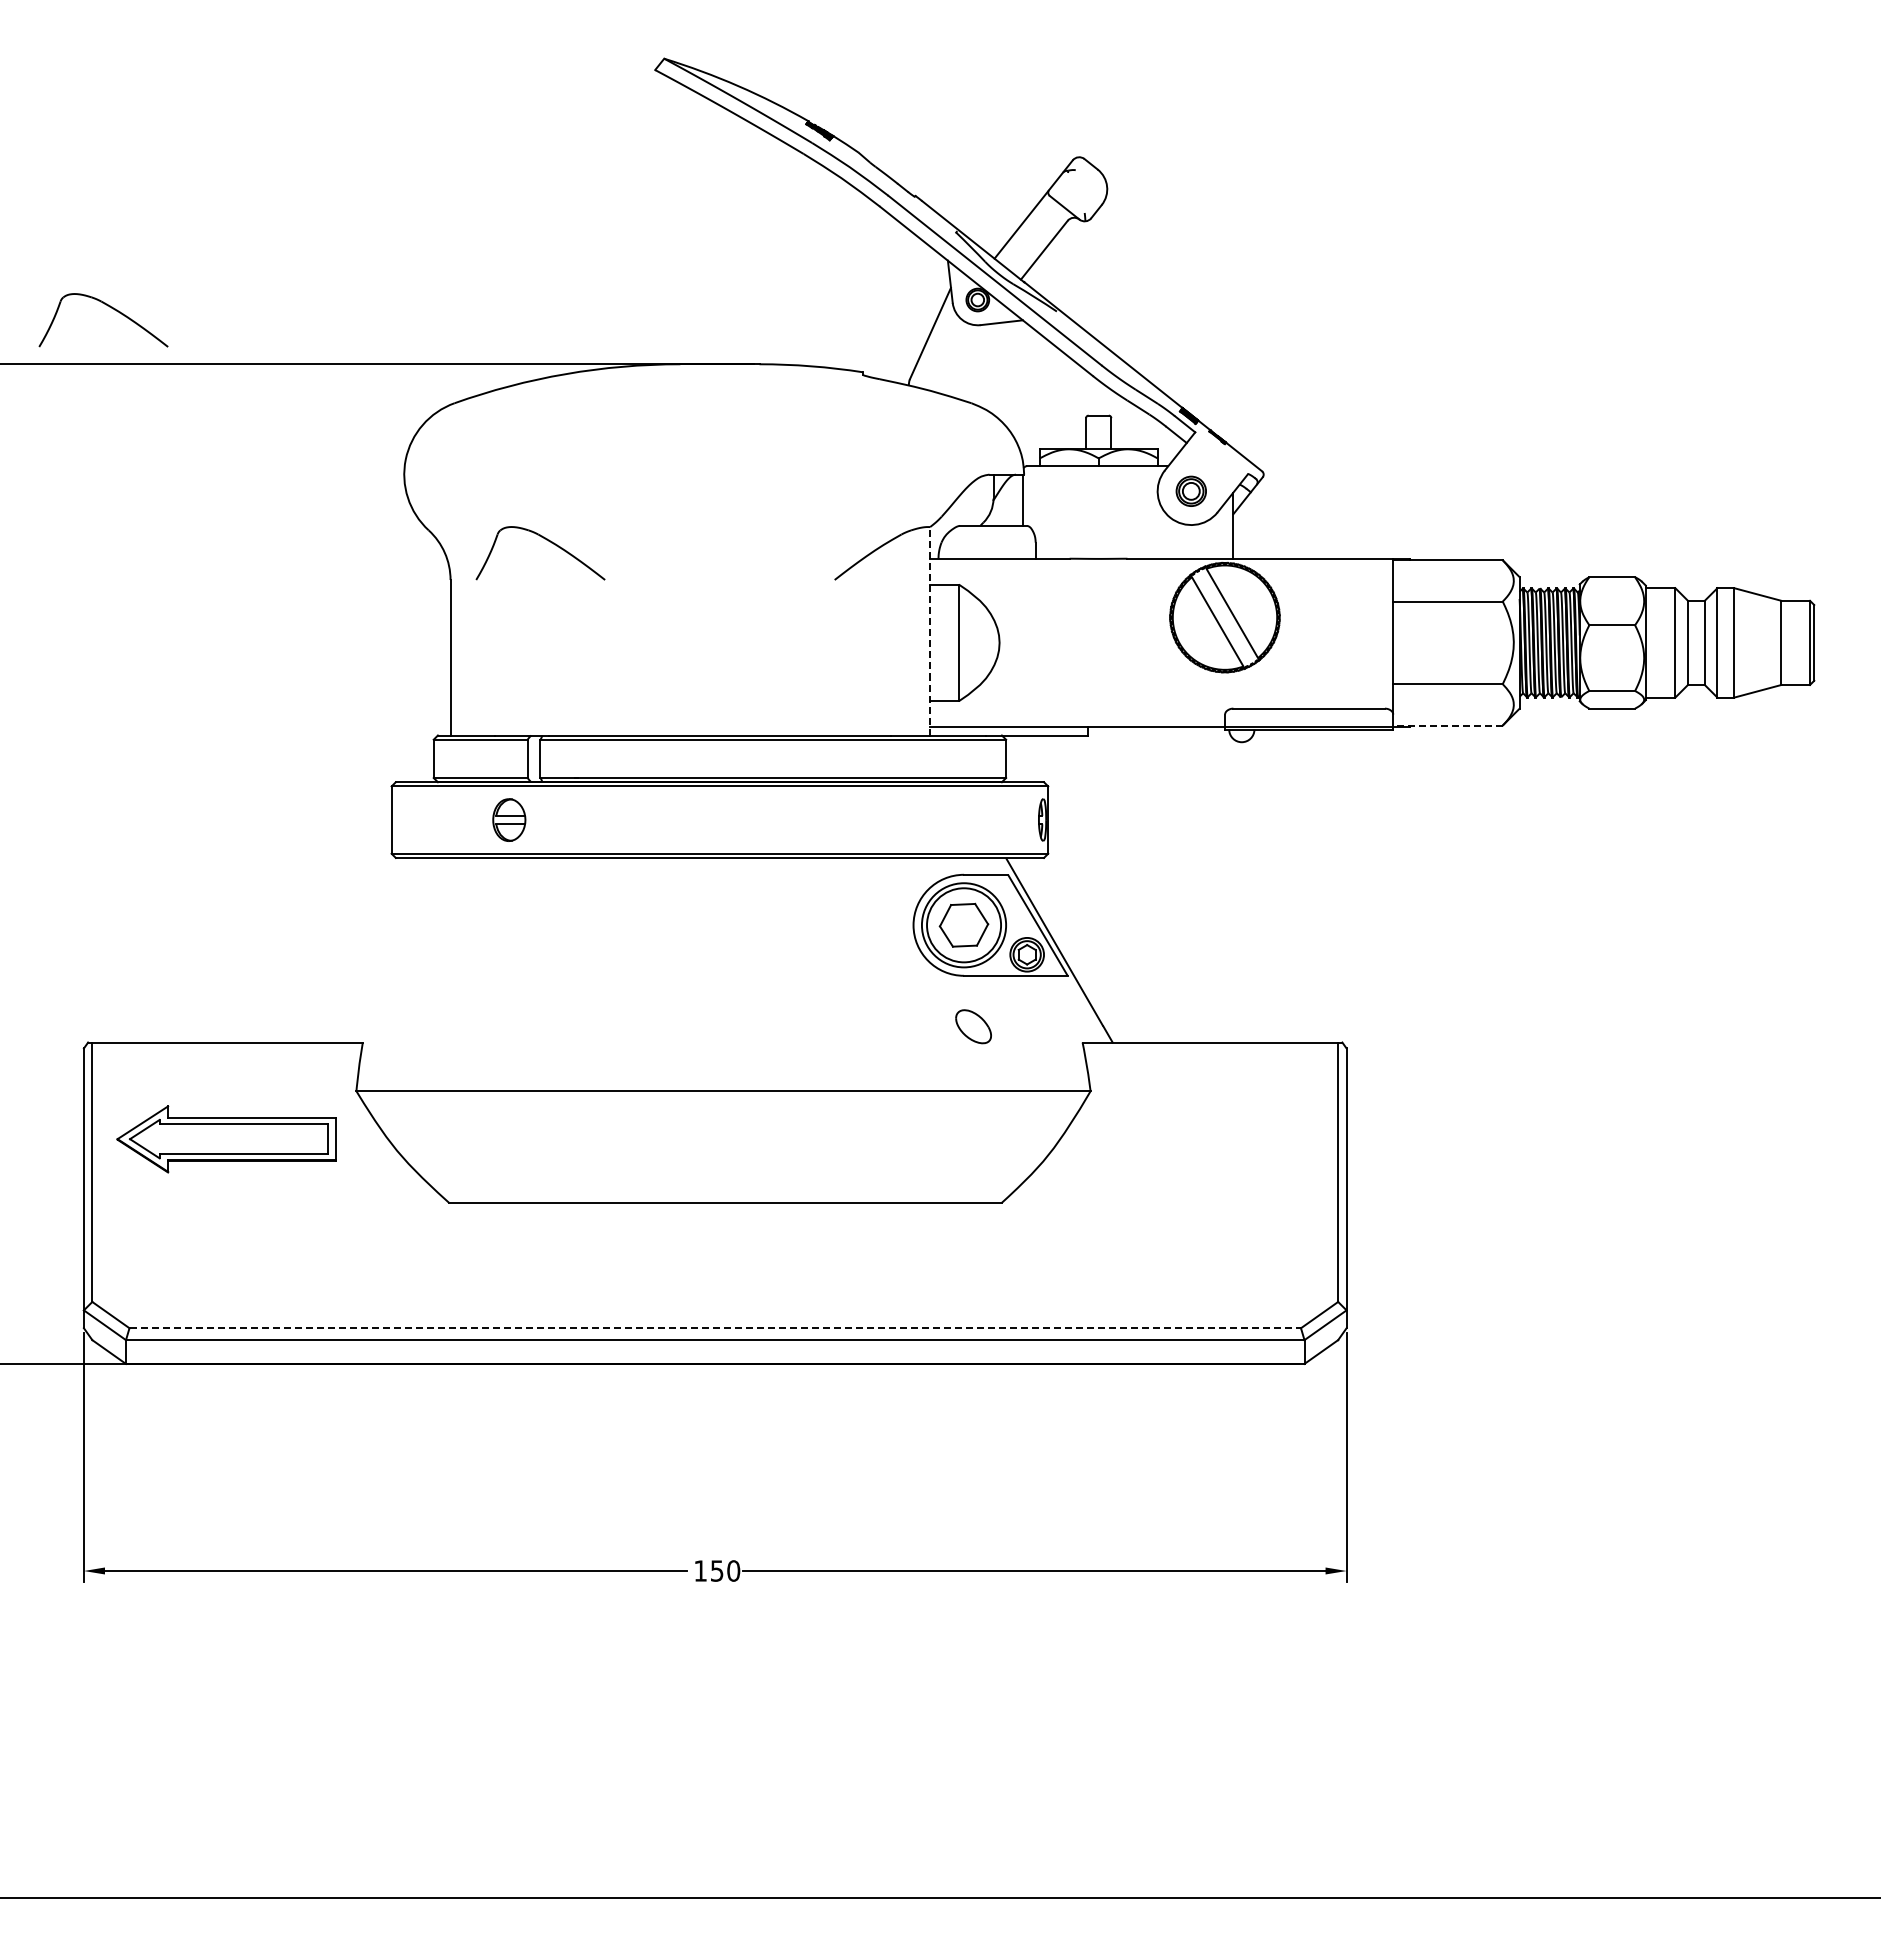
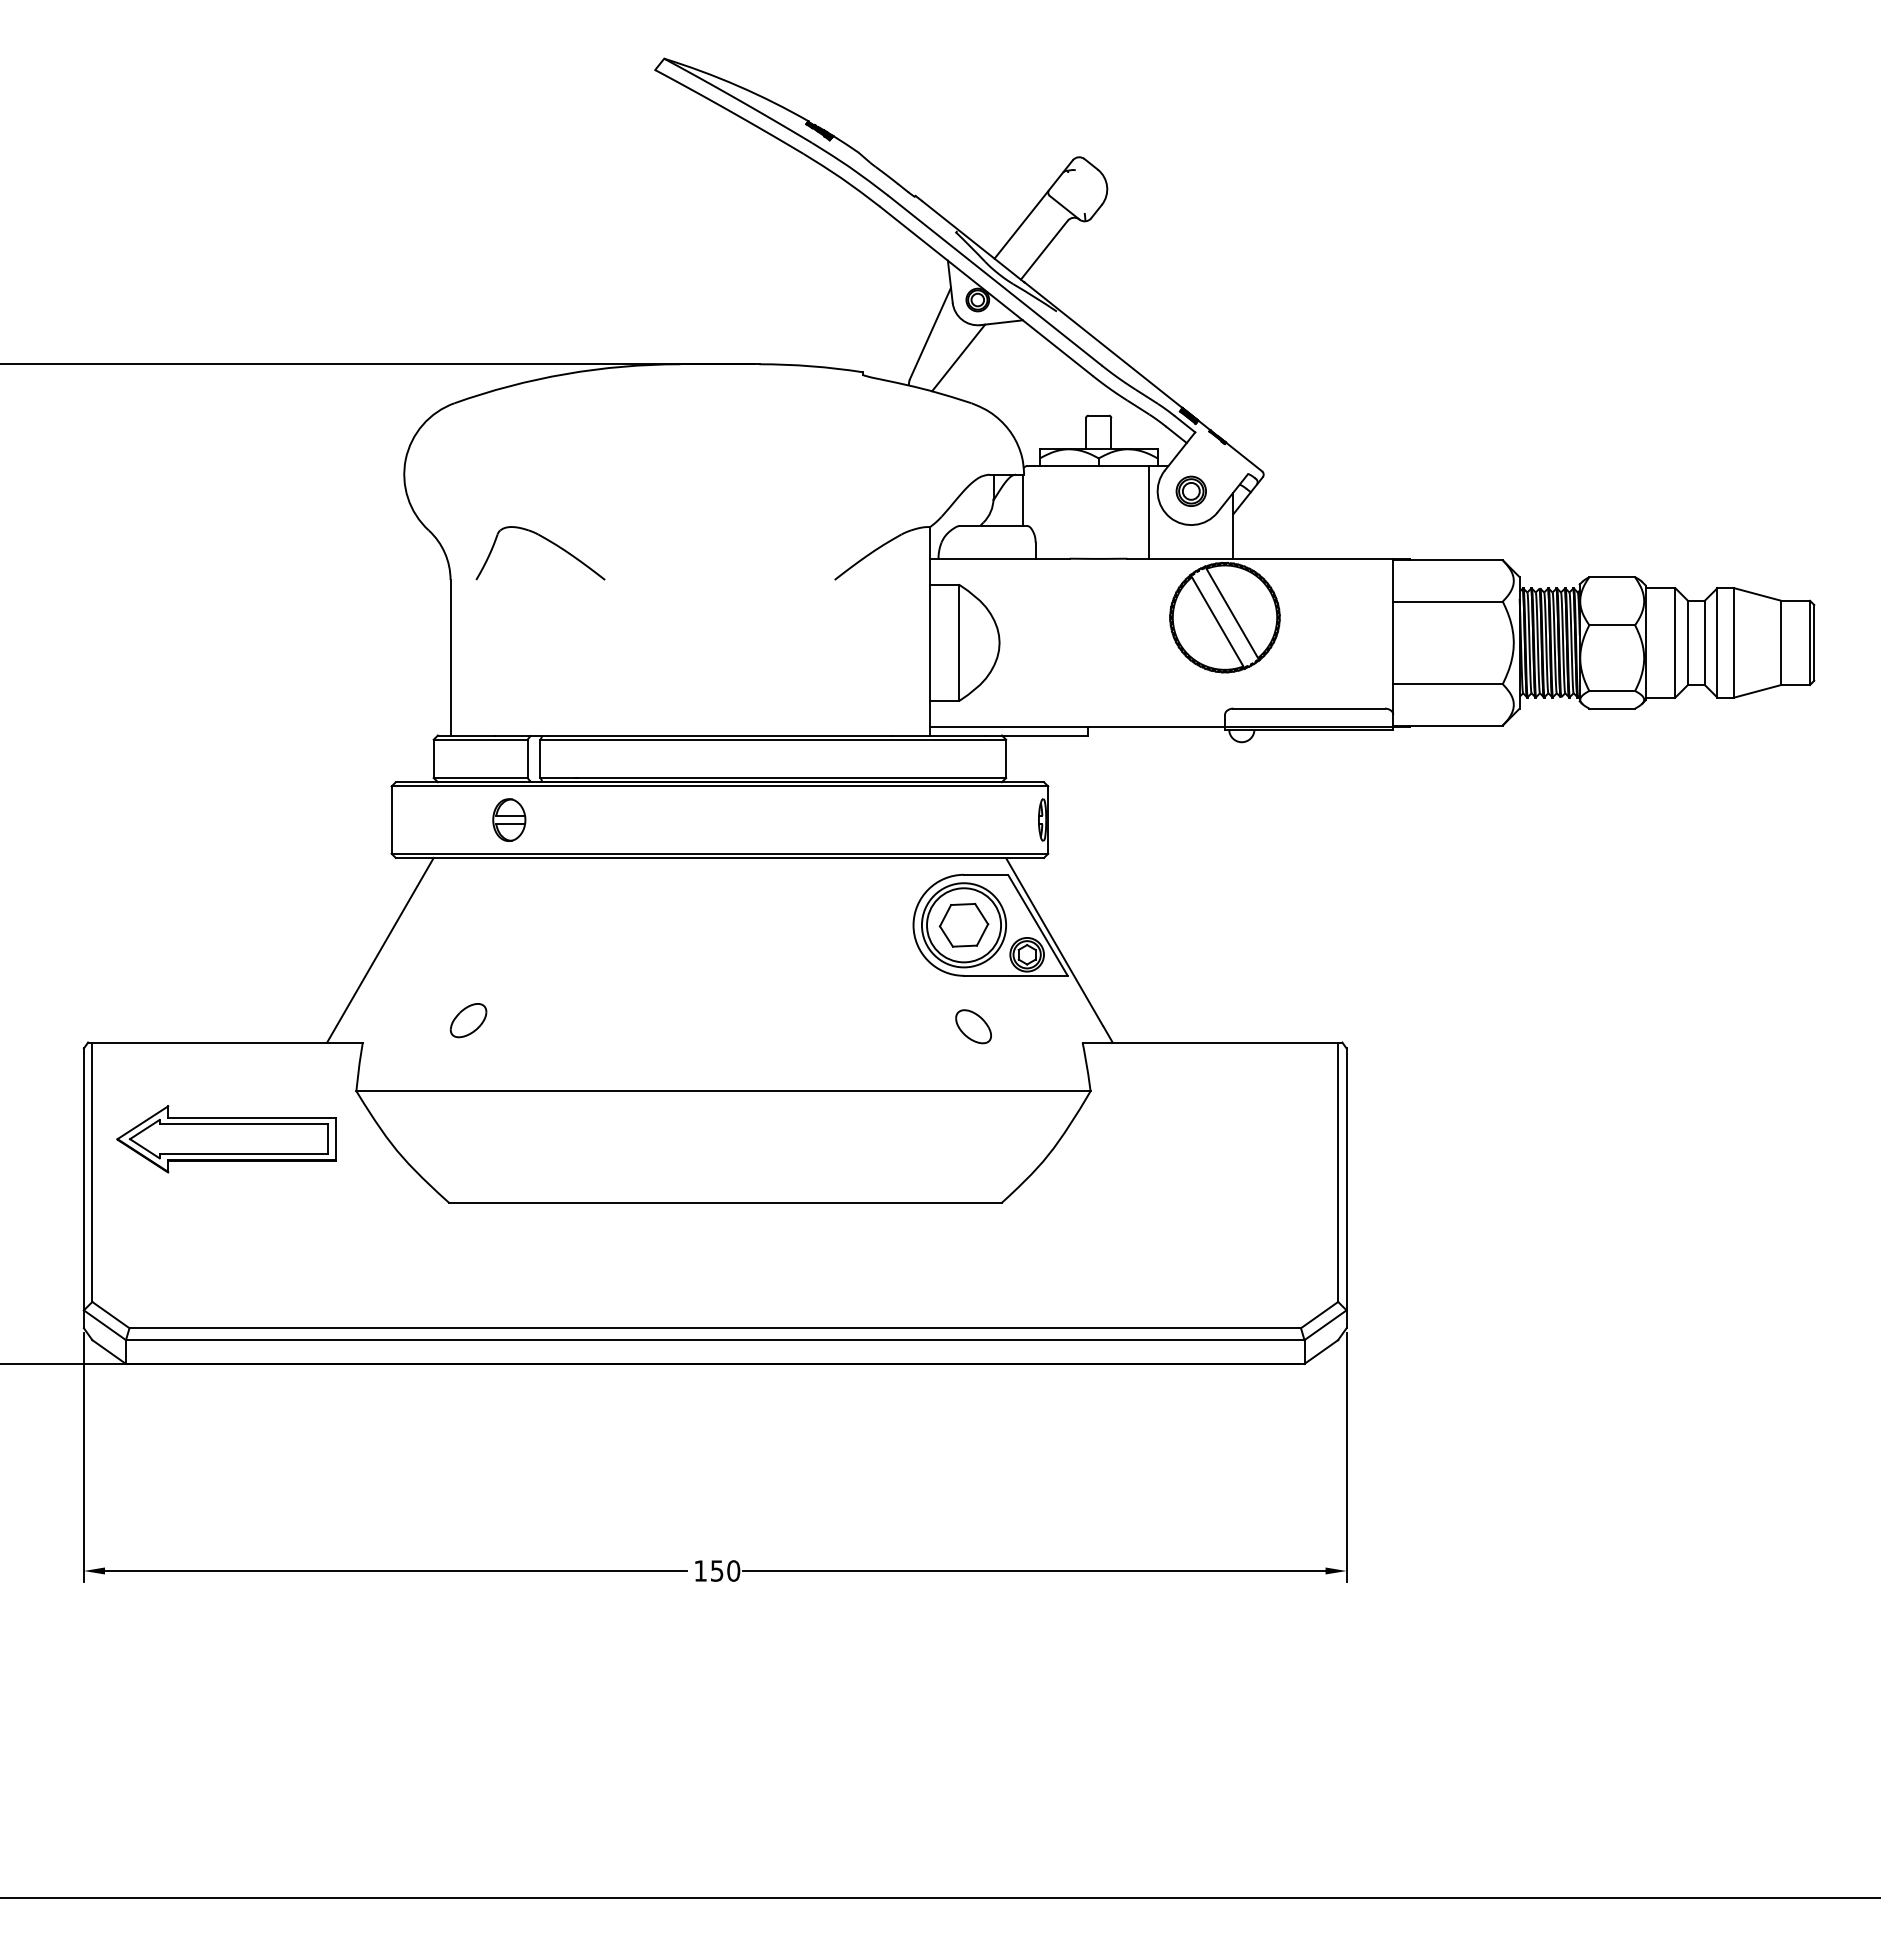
part at (109, 307): present -> none
line at (958, 357): none -> present
line at (1149, 512): none -> present
line at (930, 630): dashed -> solid
line at (1448, 725): dashed -> solid
line at (380, 949): none -> present
part at (468, 1020): none -> present
line at (715, 1328): dashed -> solid
